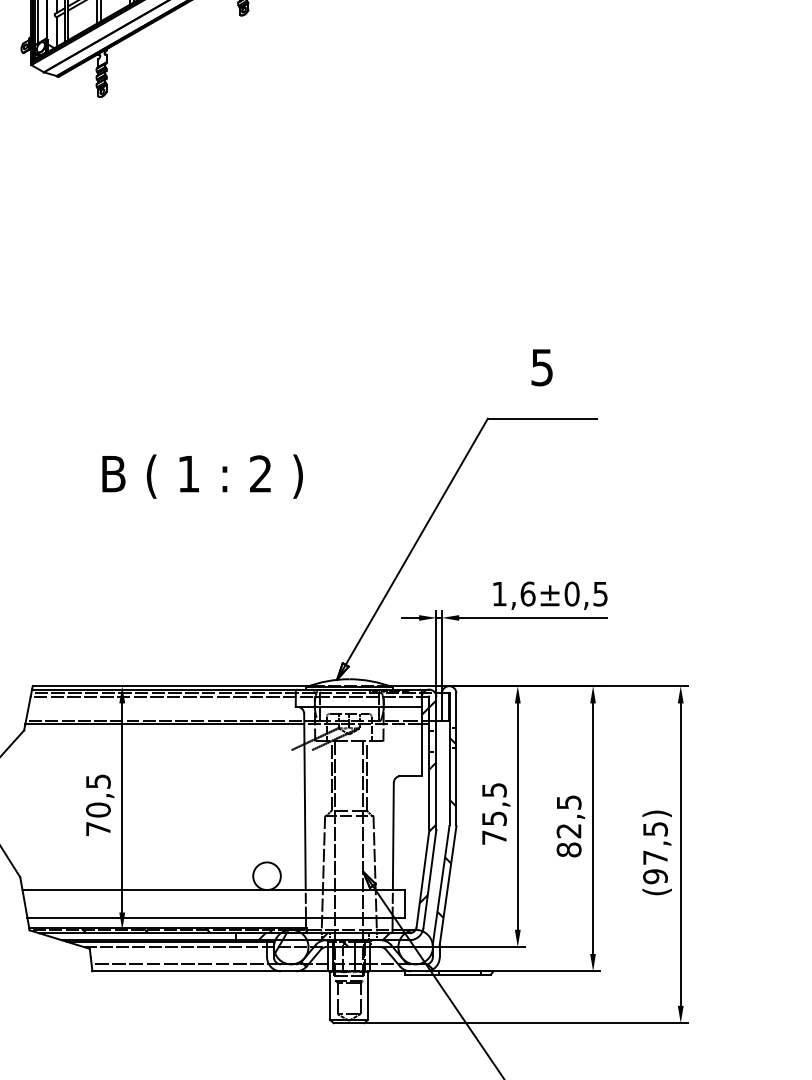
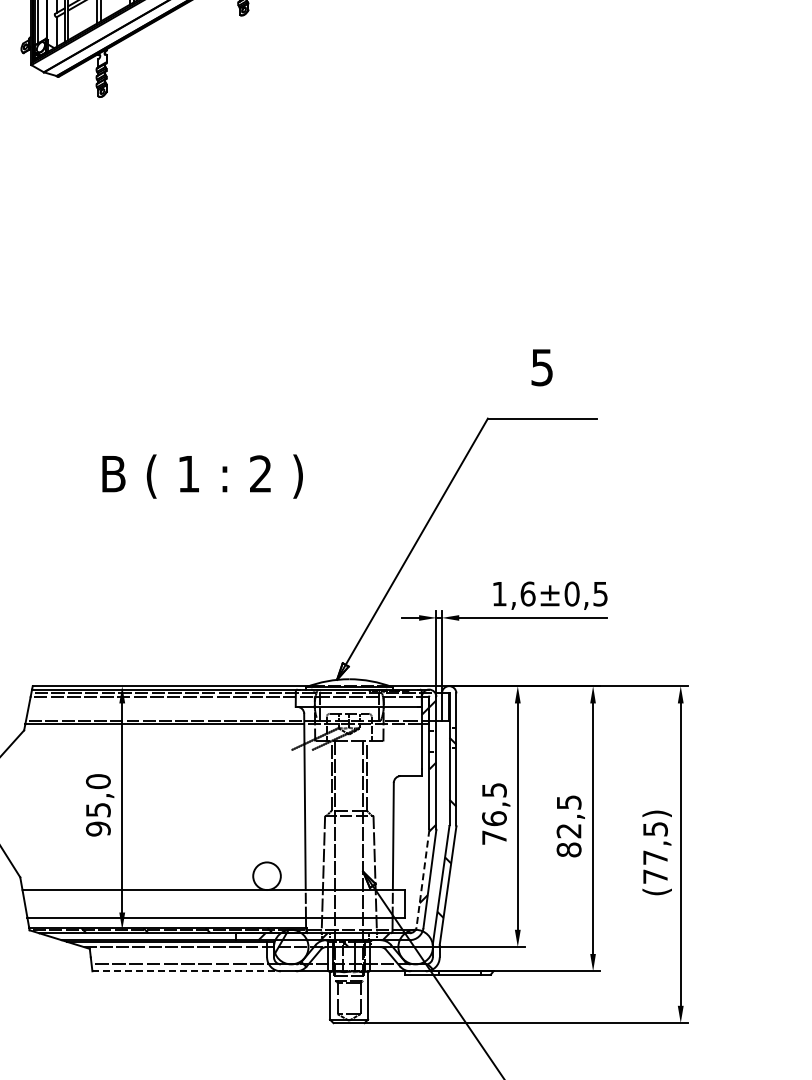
text at (98, 805): 70,5 -> 95,0
text at (494, 818): 75,5 -> 76,5
text at (655, 876): (97,5) -> (77,5)
line at (422, 878): solid -> dashed
line at (187, 971): solid -> dashed
